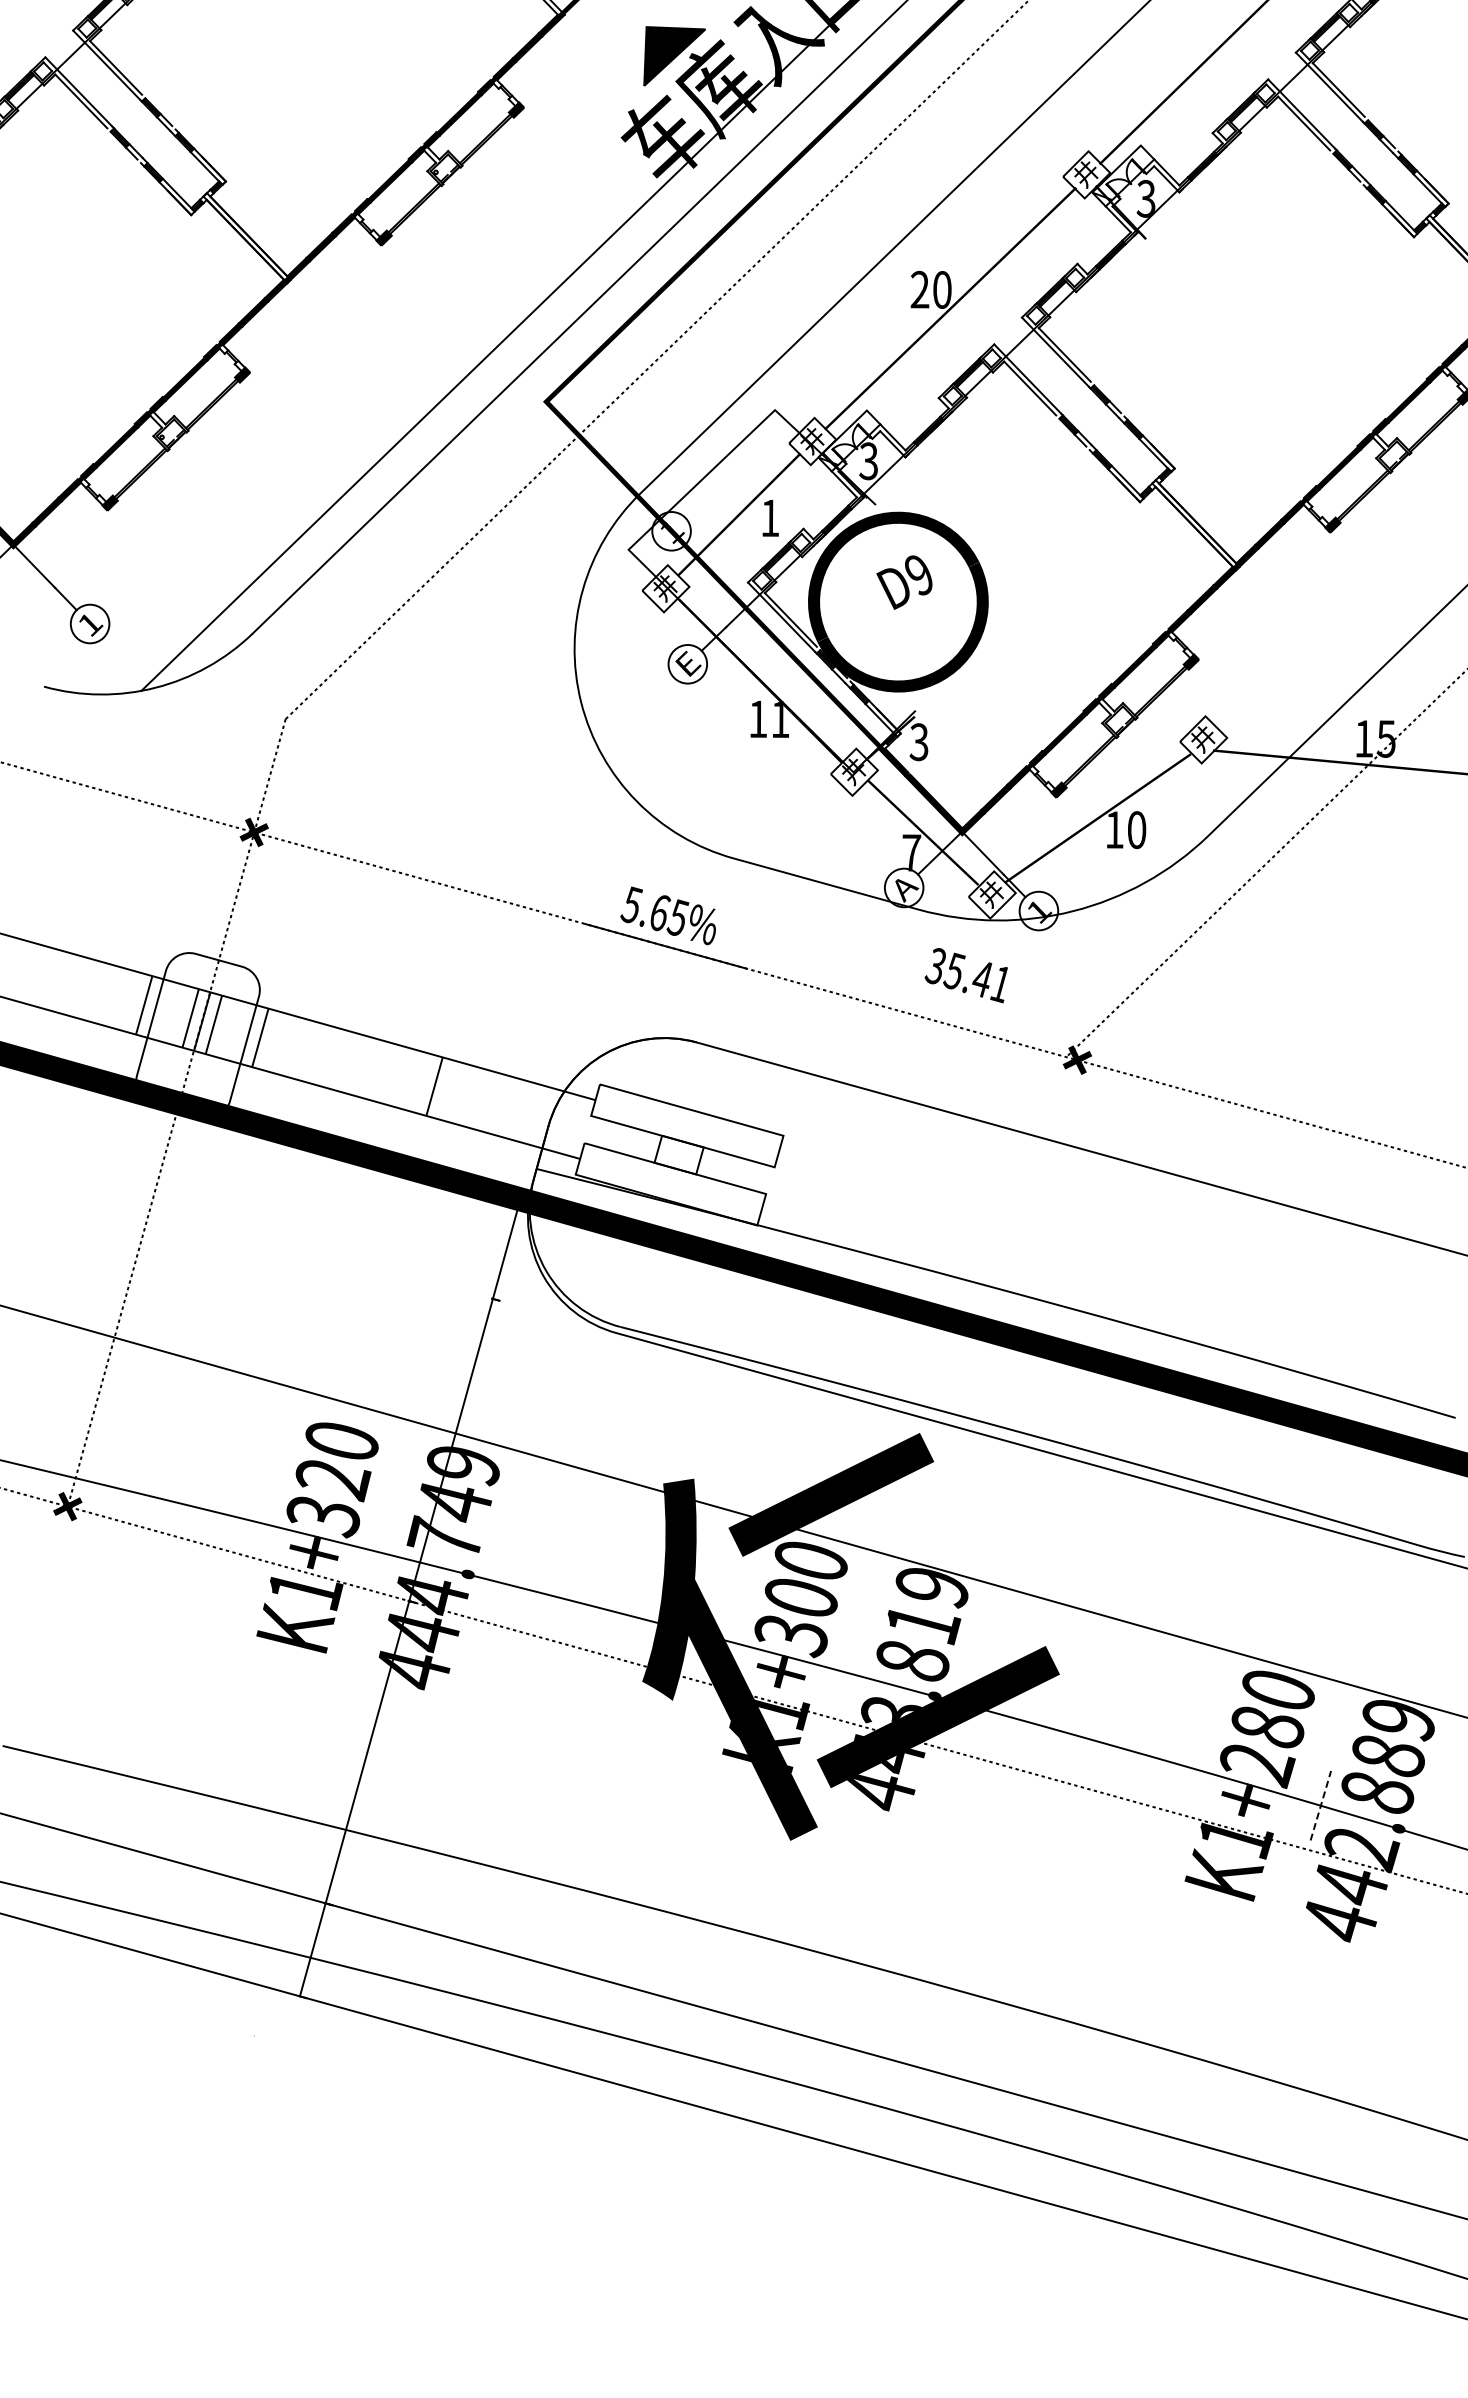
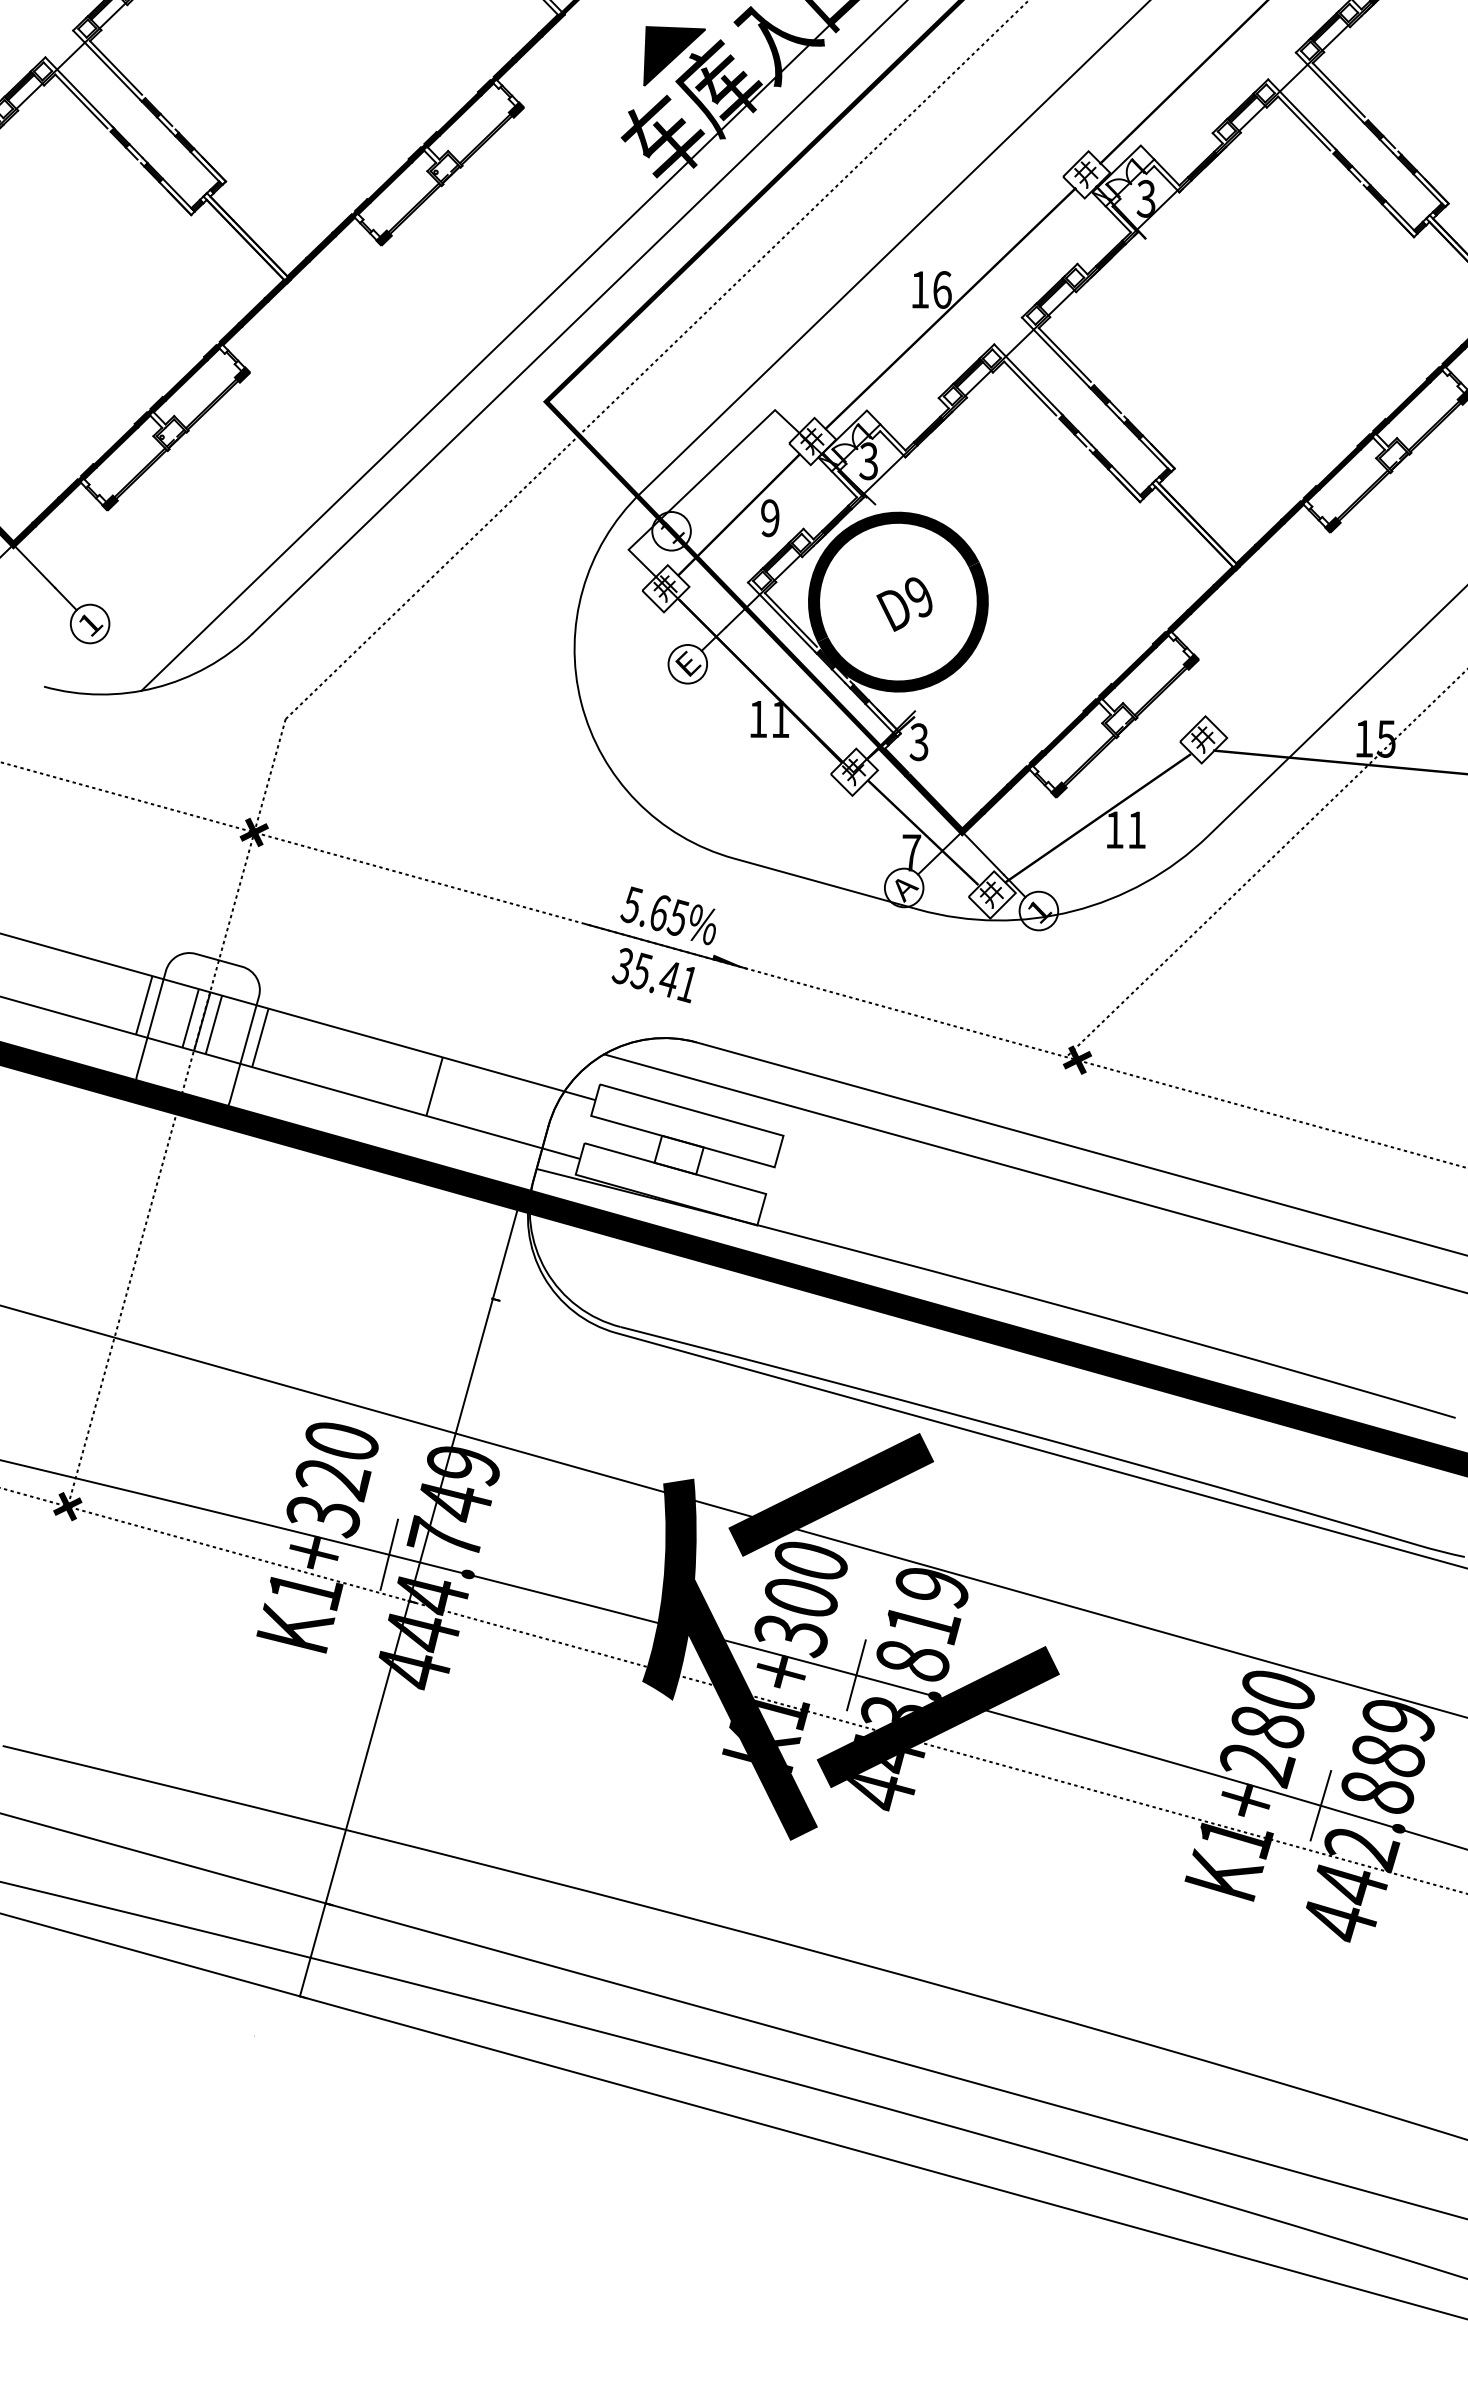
text at (930, 289): 20 -> 16
text at (770, 518): 1 -> 9
text at (904, 582) position: (904, 582) -> (904, 604)
text at (1137, 830): 10 -> 11
fill at (729, 961): none -> present
text at (965, 975) position: (965, 975) -> (652, 975)
line at (1034, 1173): none -> present
line at (389, 1554): none -> present
line at (856, 1675): none -> present
line at (1321, 1805): dashed -> solid
